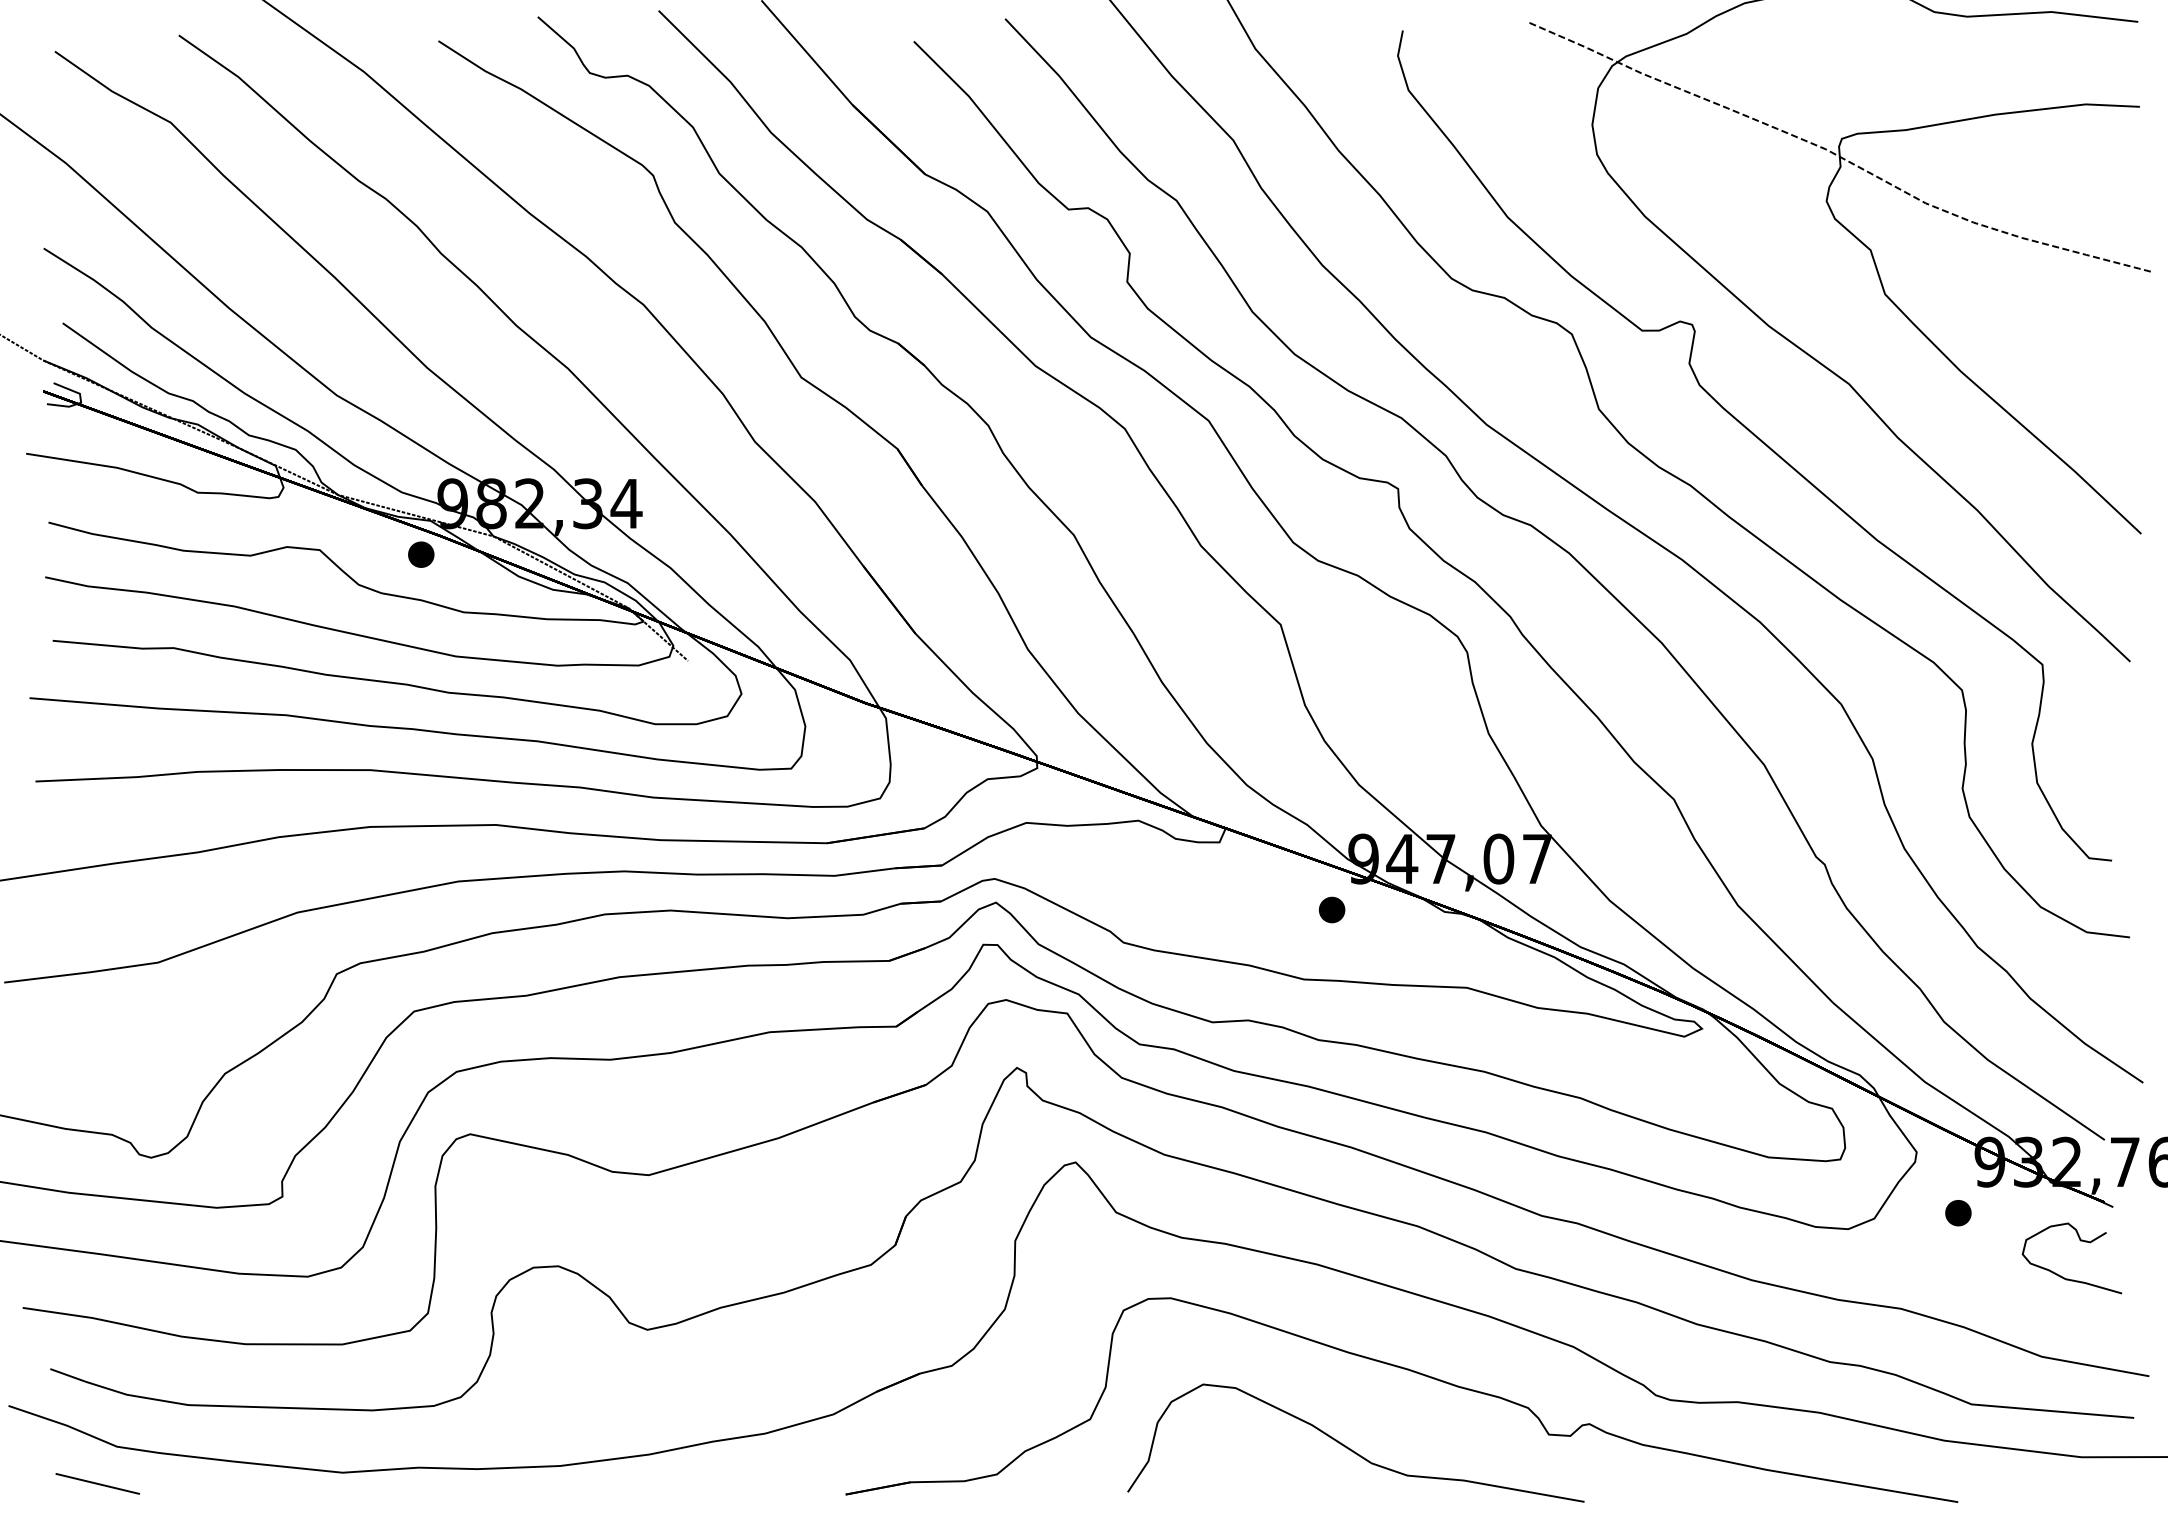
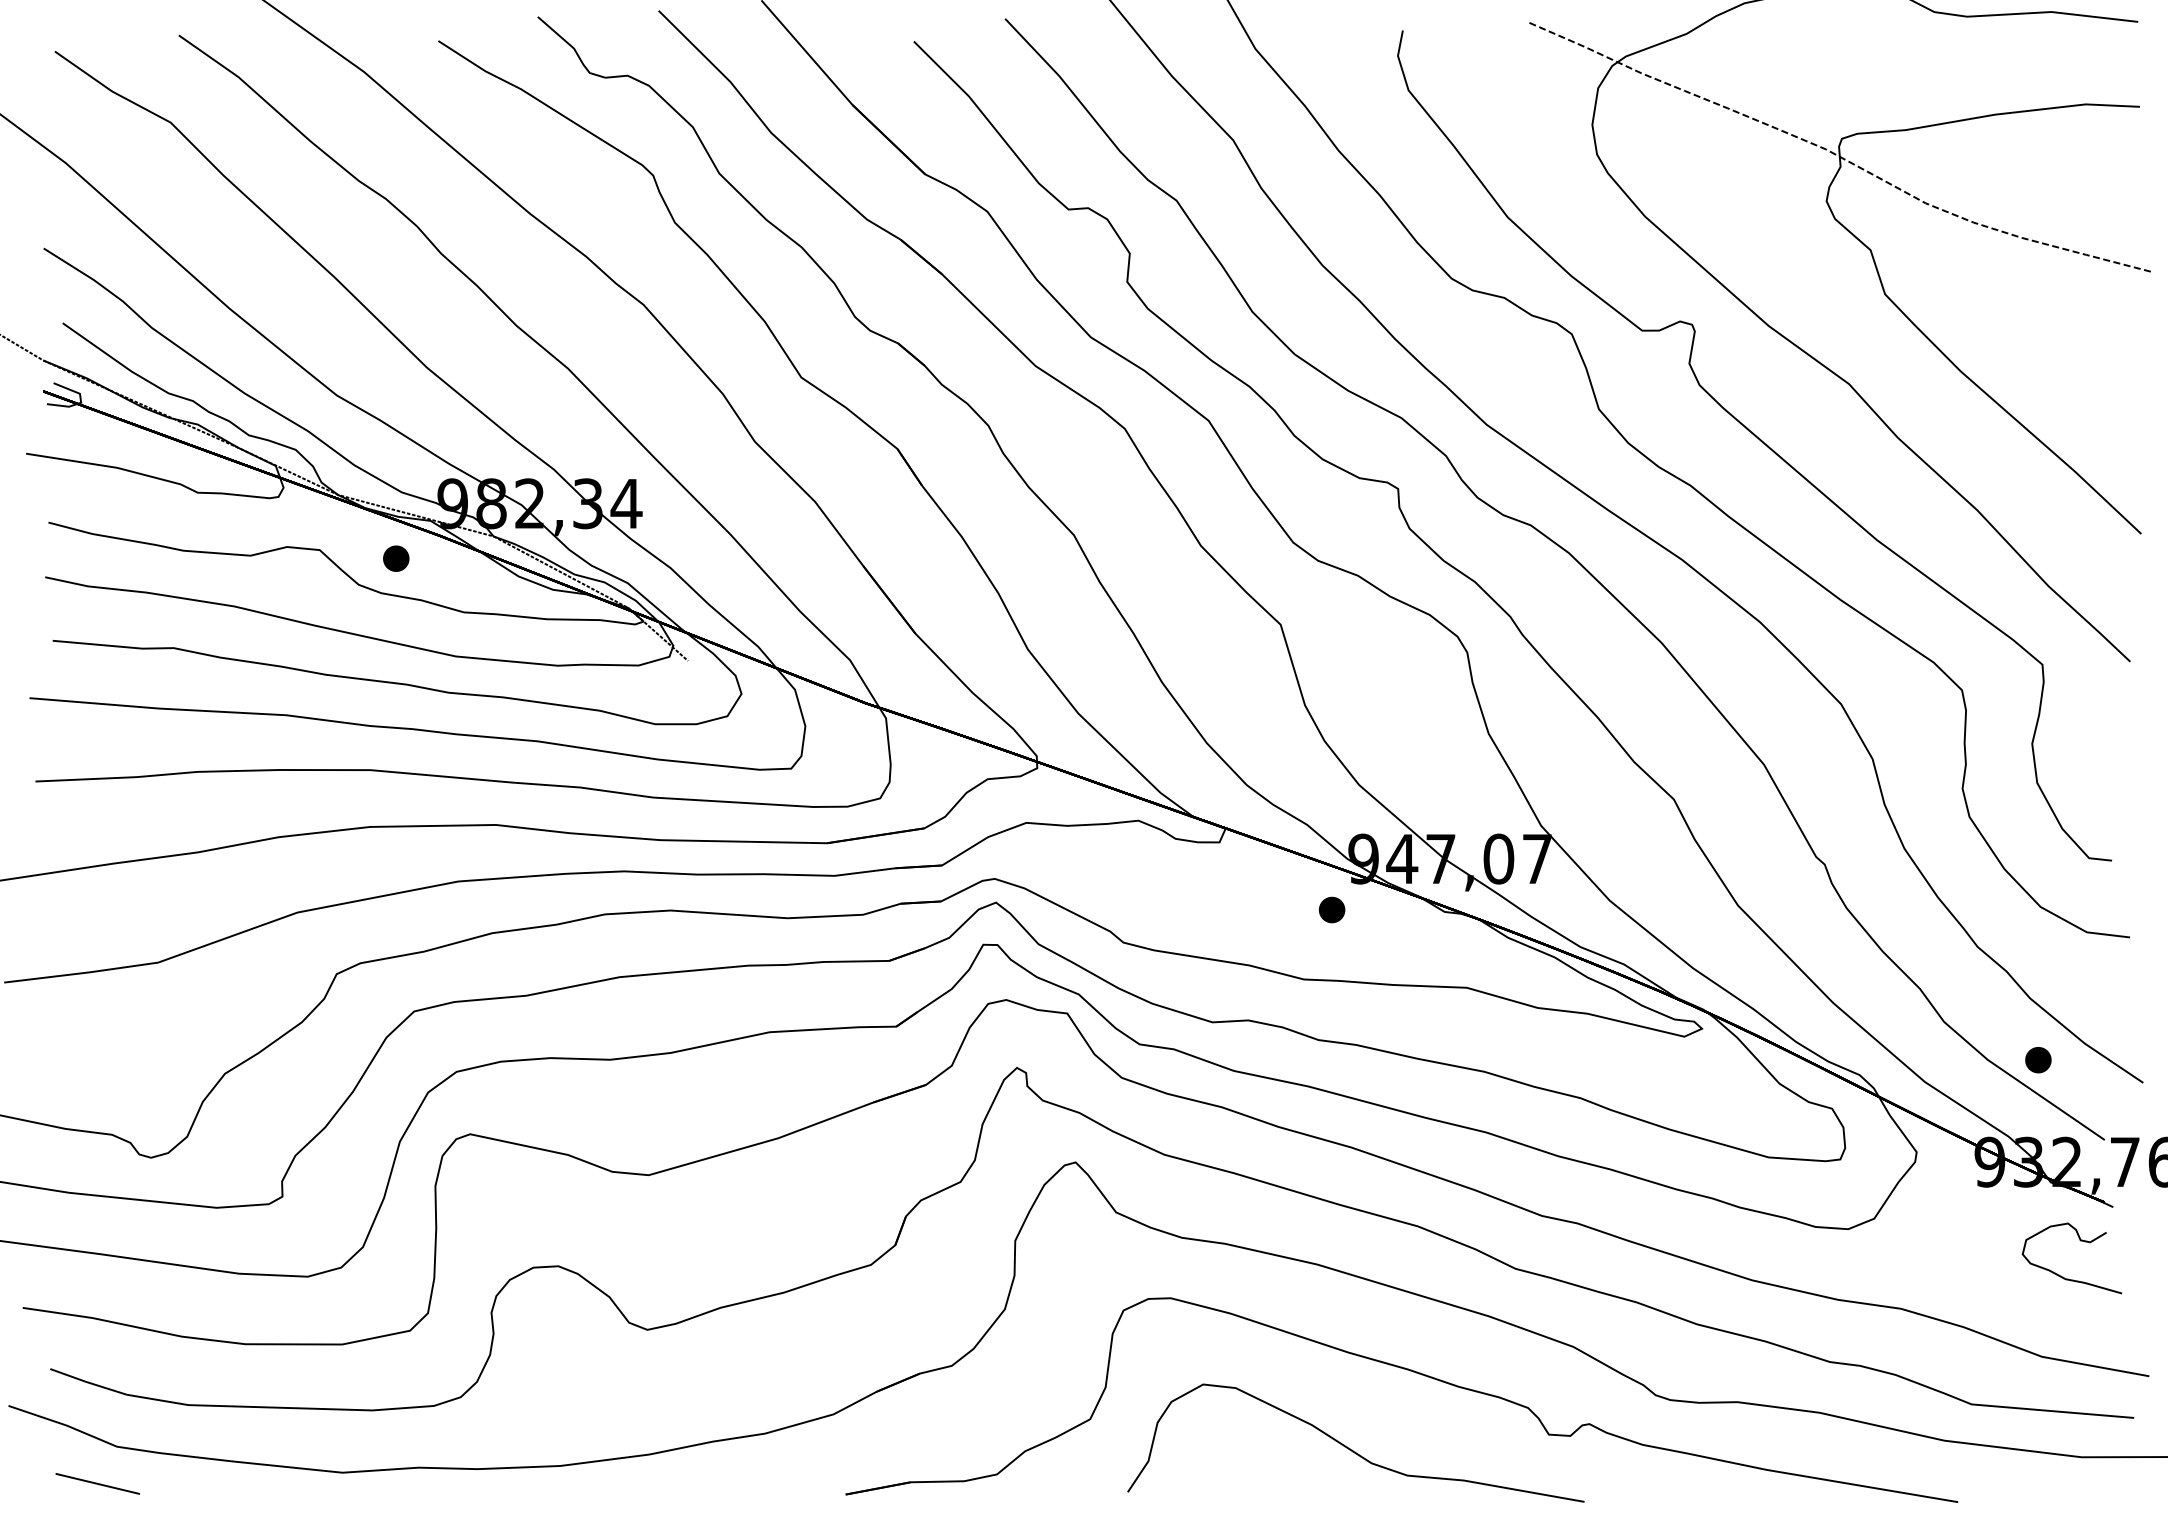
part at (421, 554) position: (421, 554) -> (396, 558)
part at (1958, 1213) position: (1958, 1213) -> (2038, 1060)
